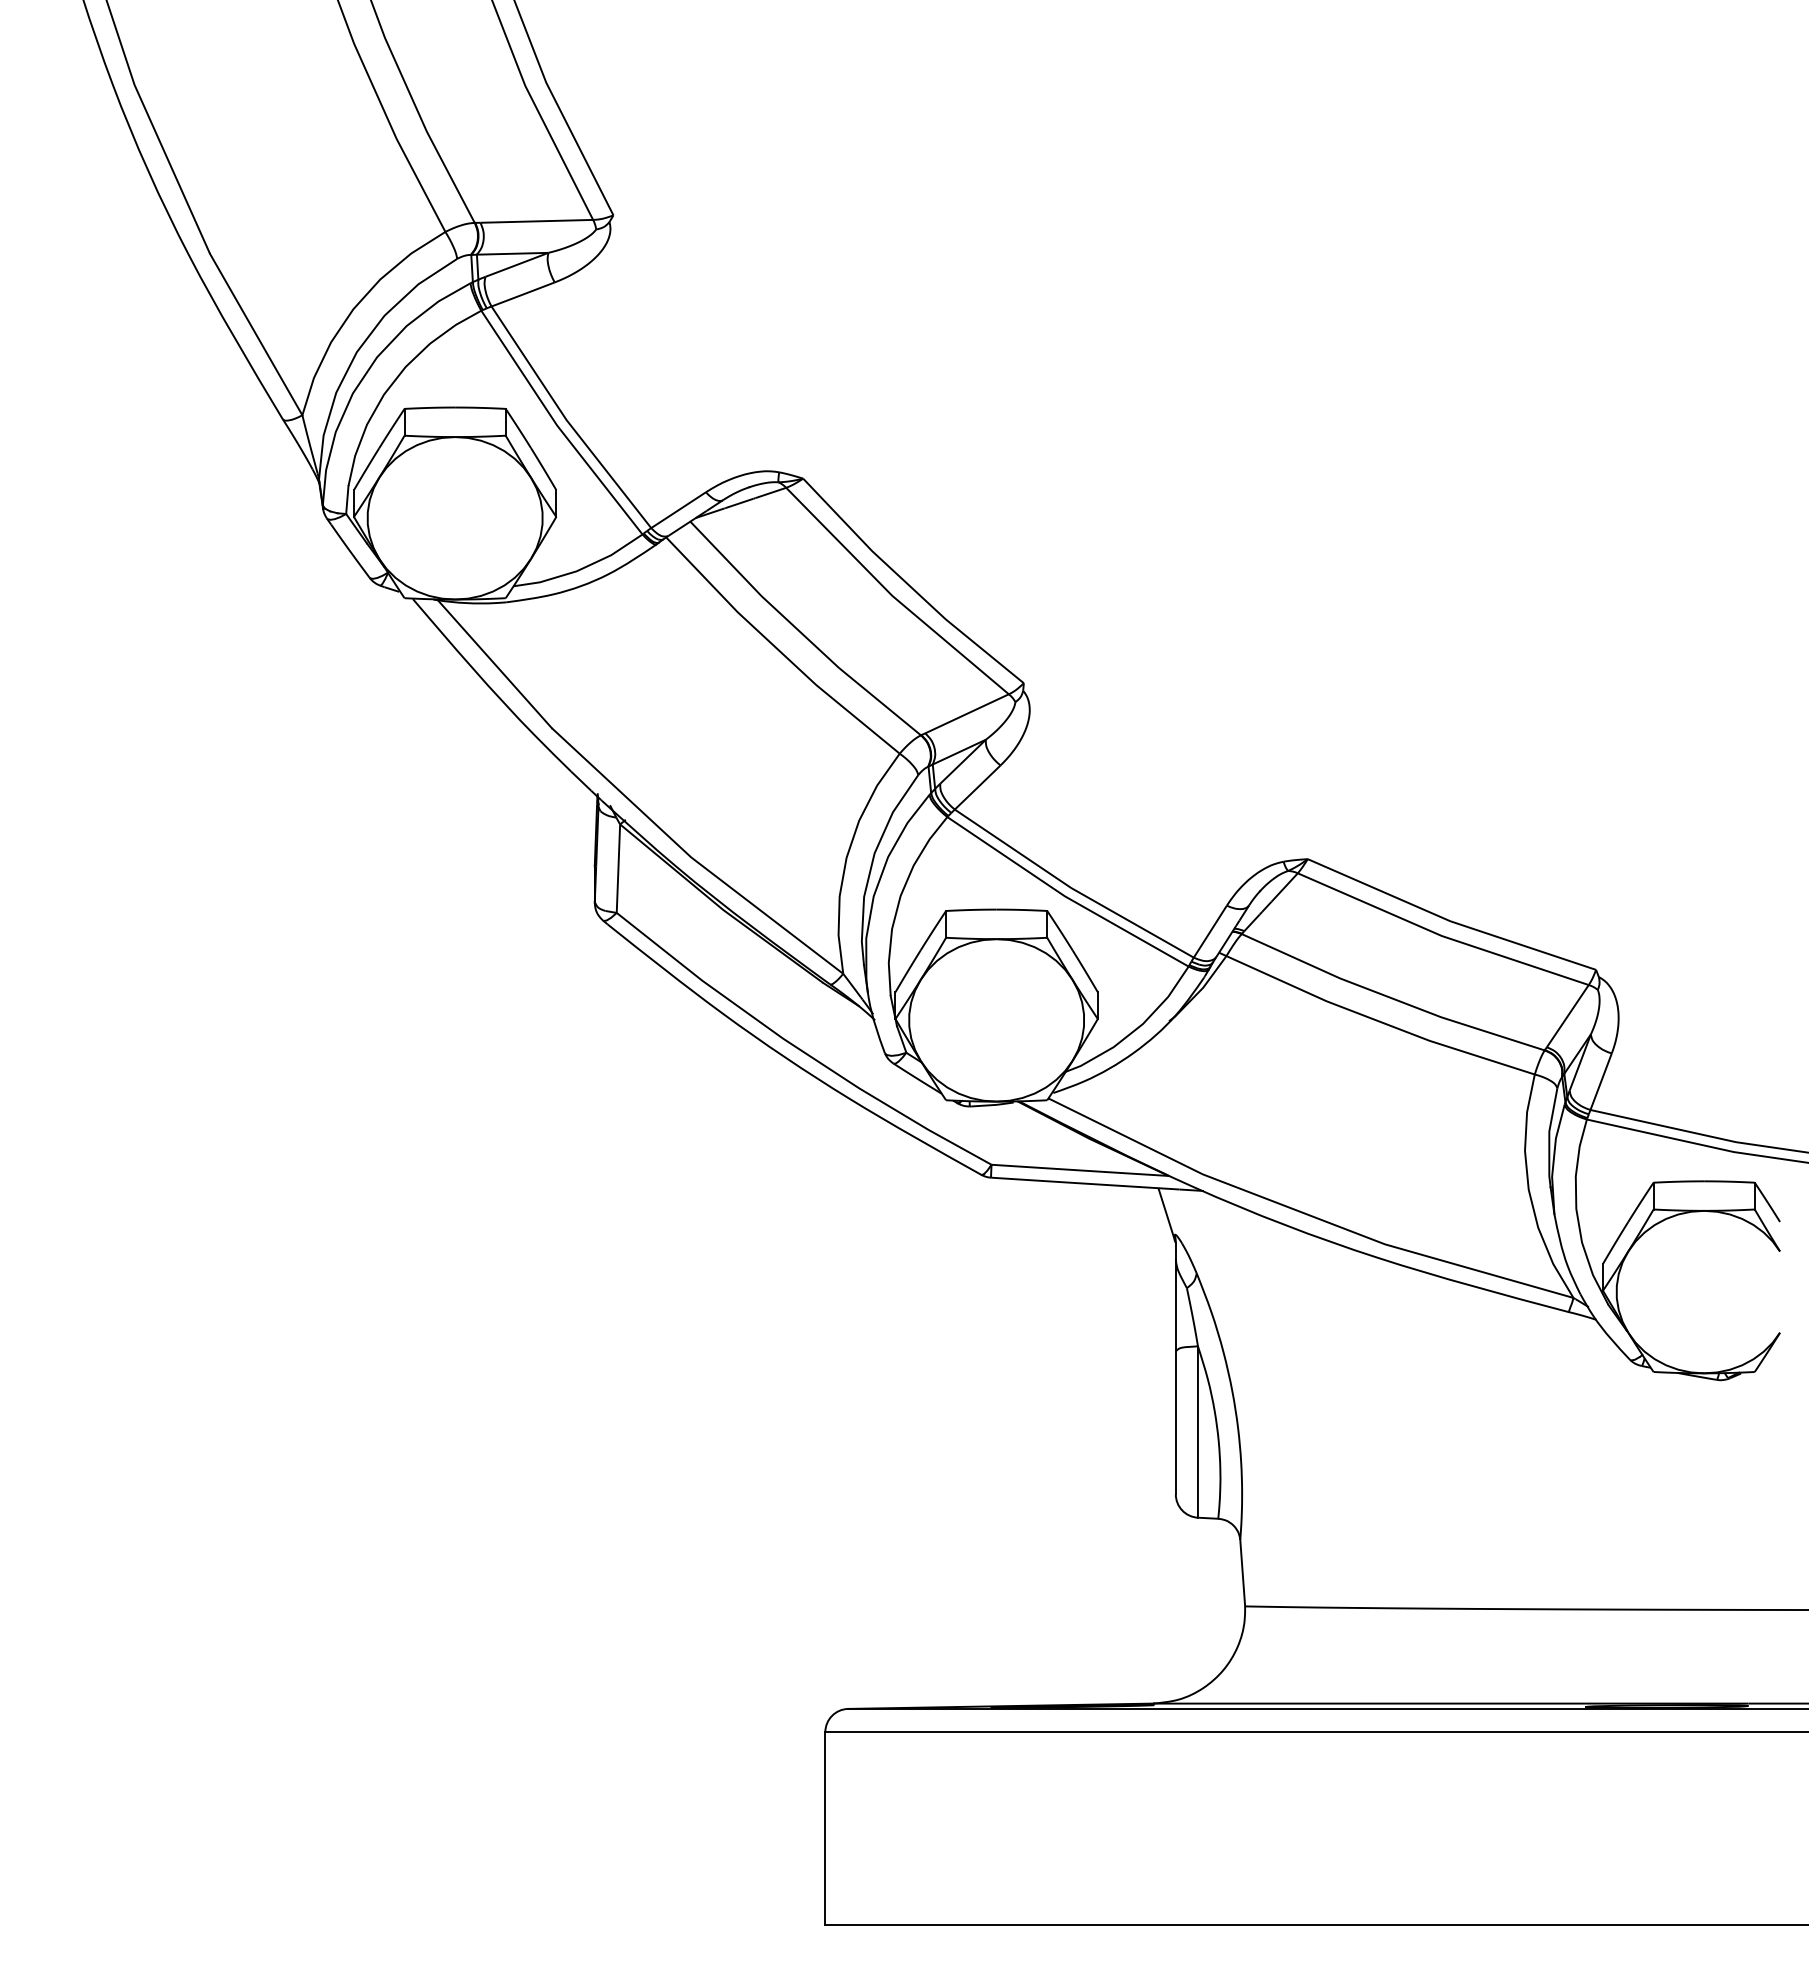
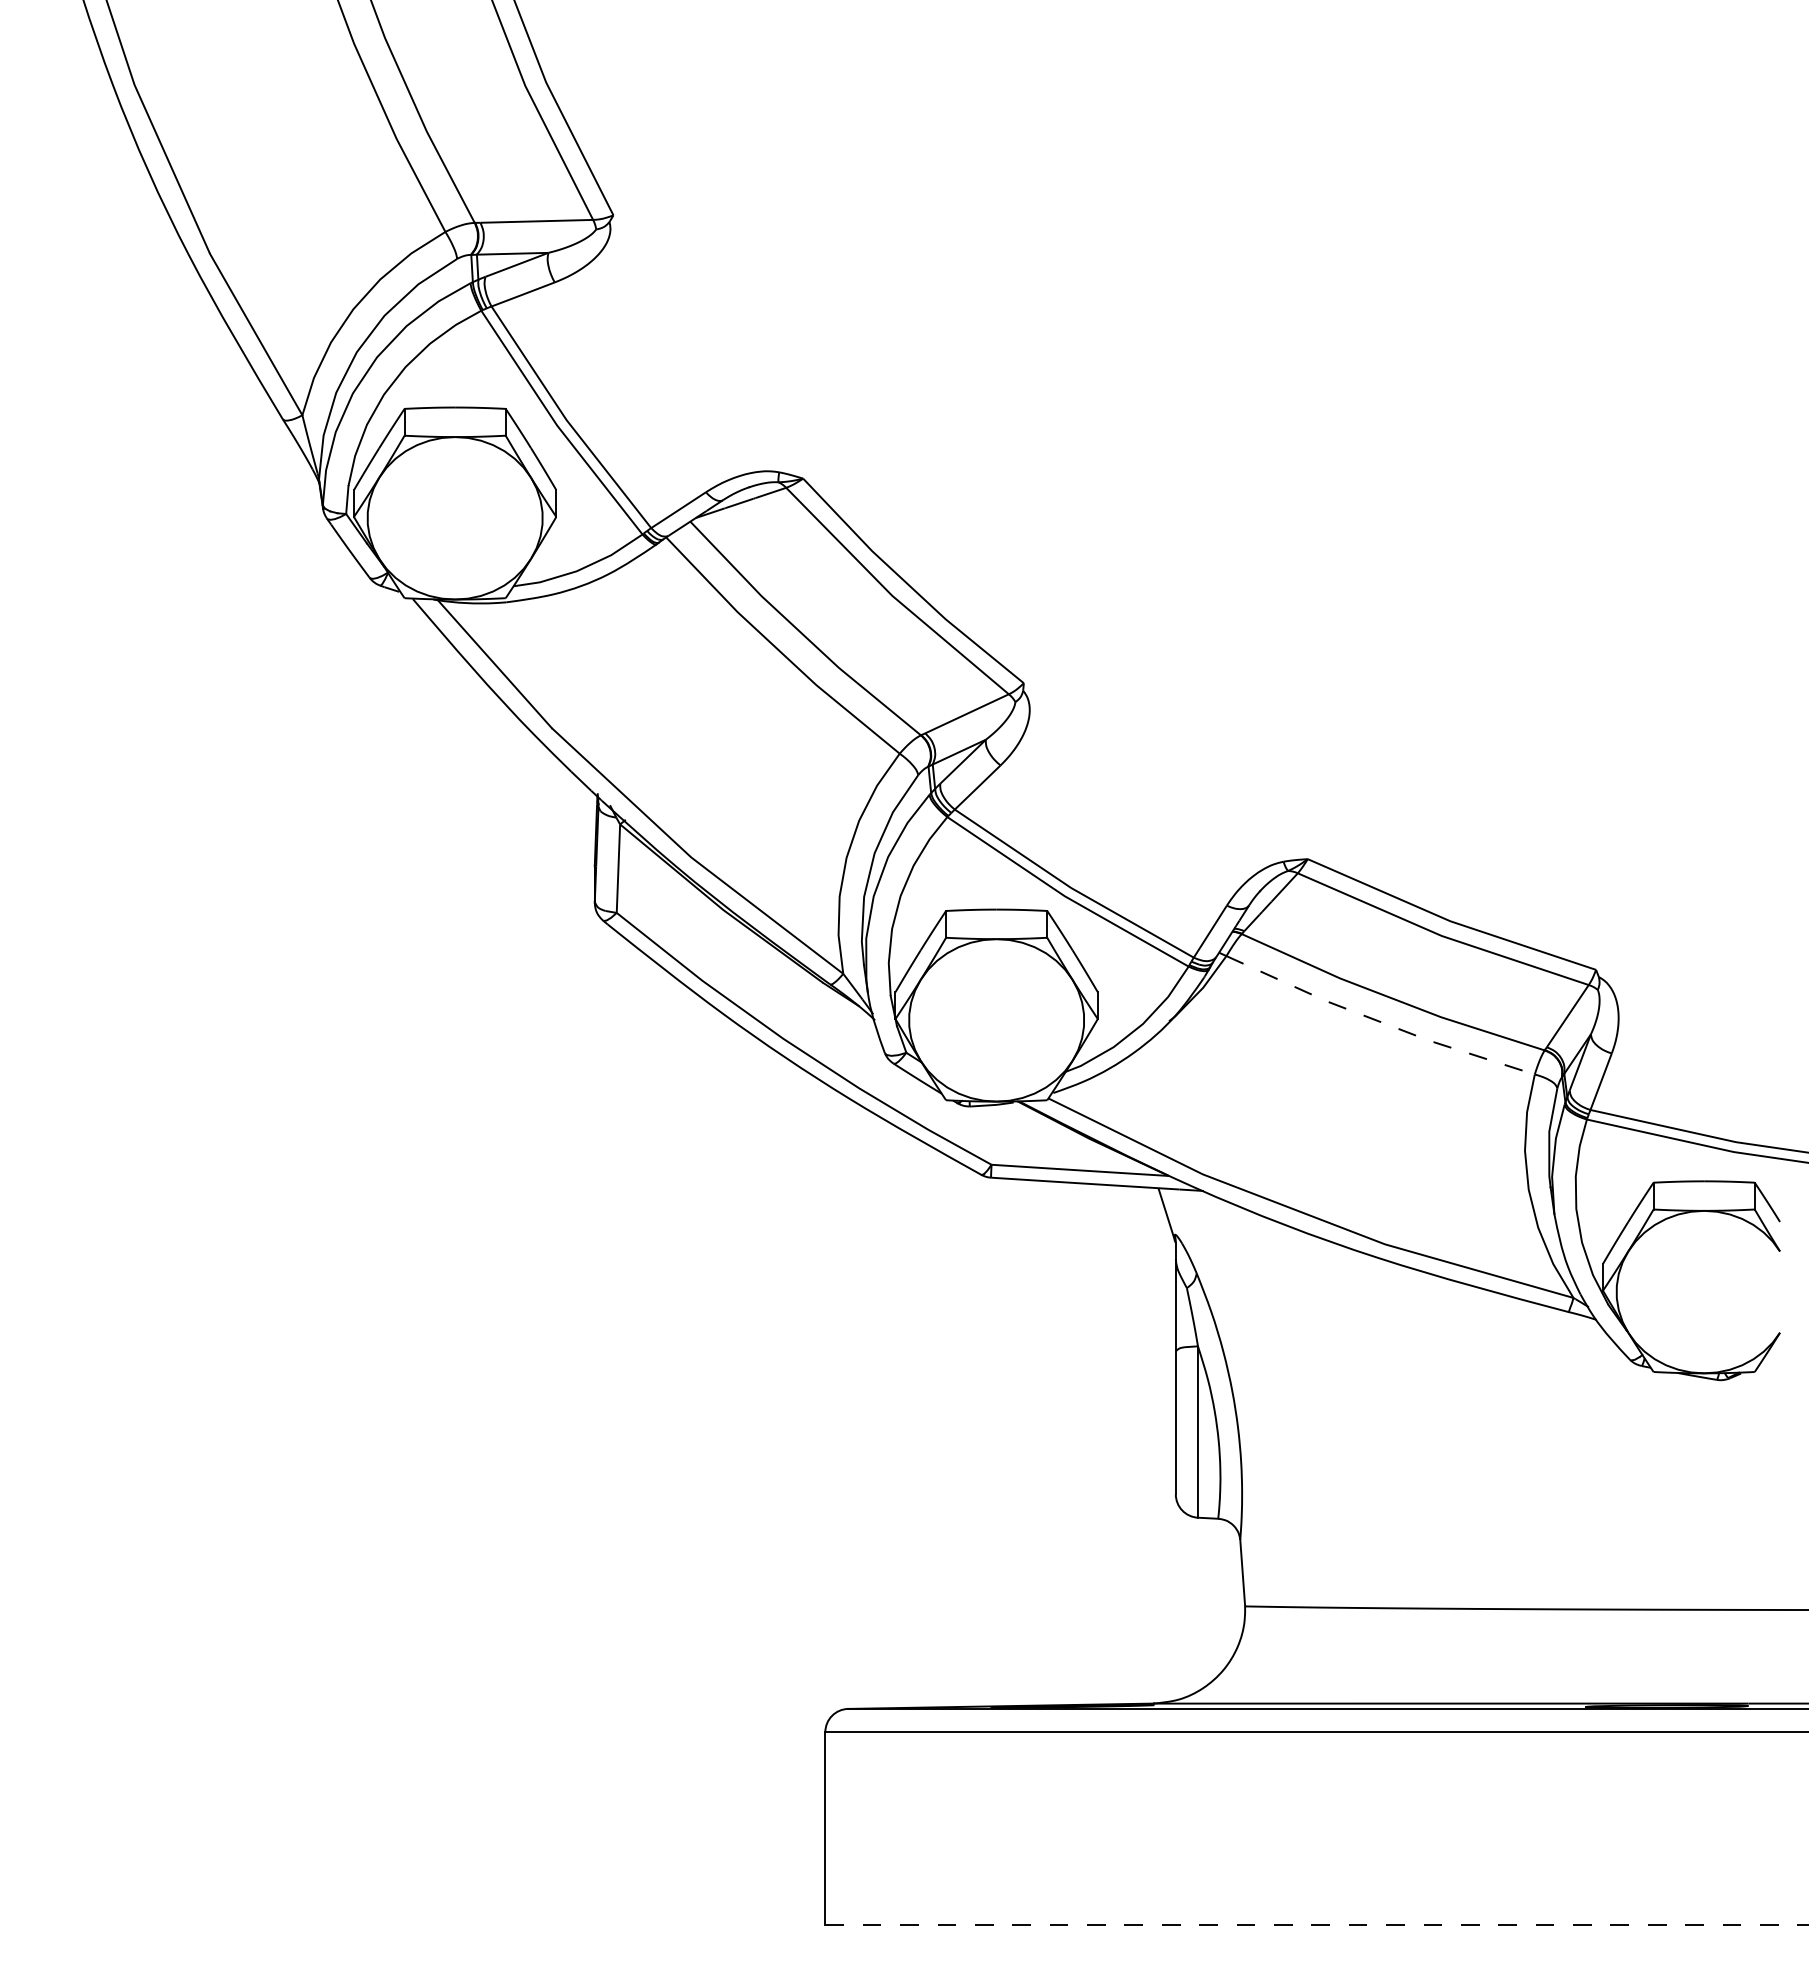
line at (1378, 1021): solid -> dashed
line at (1317, 1925): solid -> dashed
